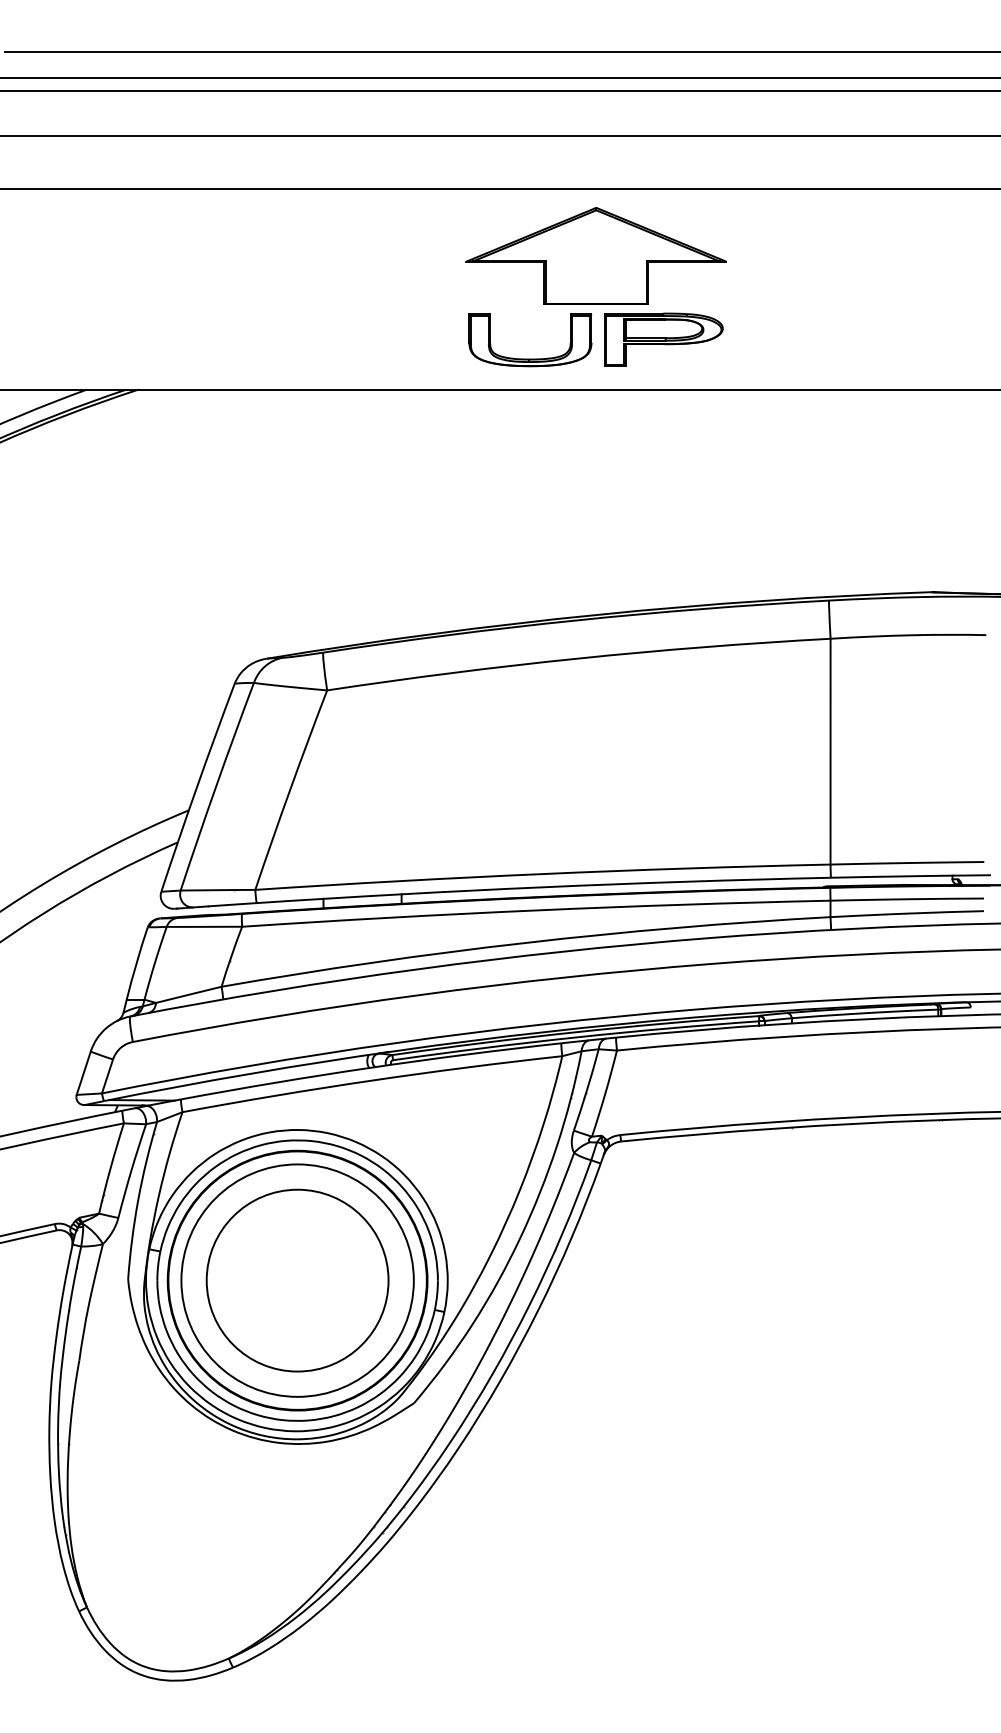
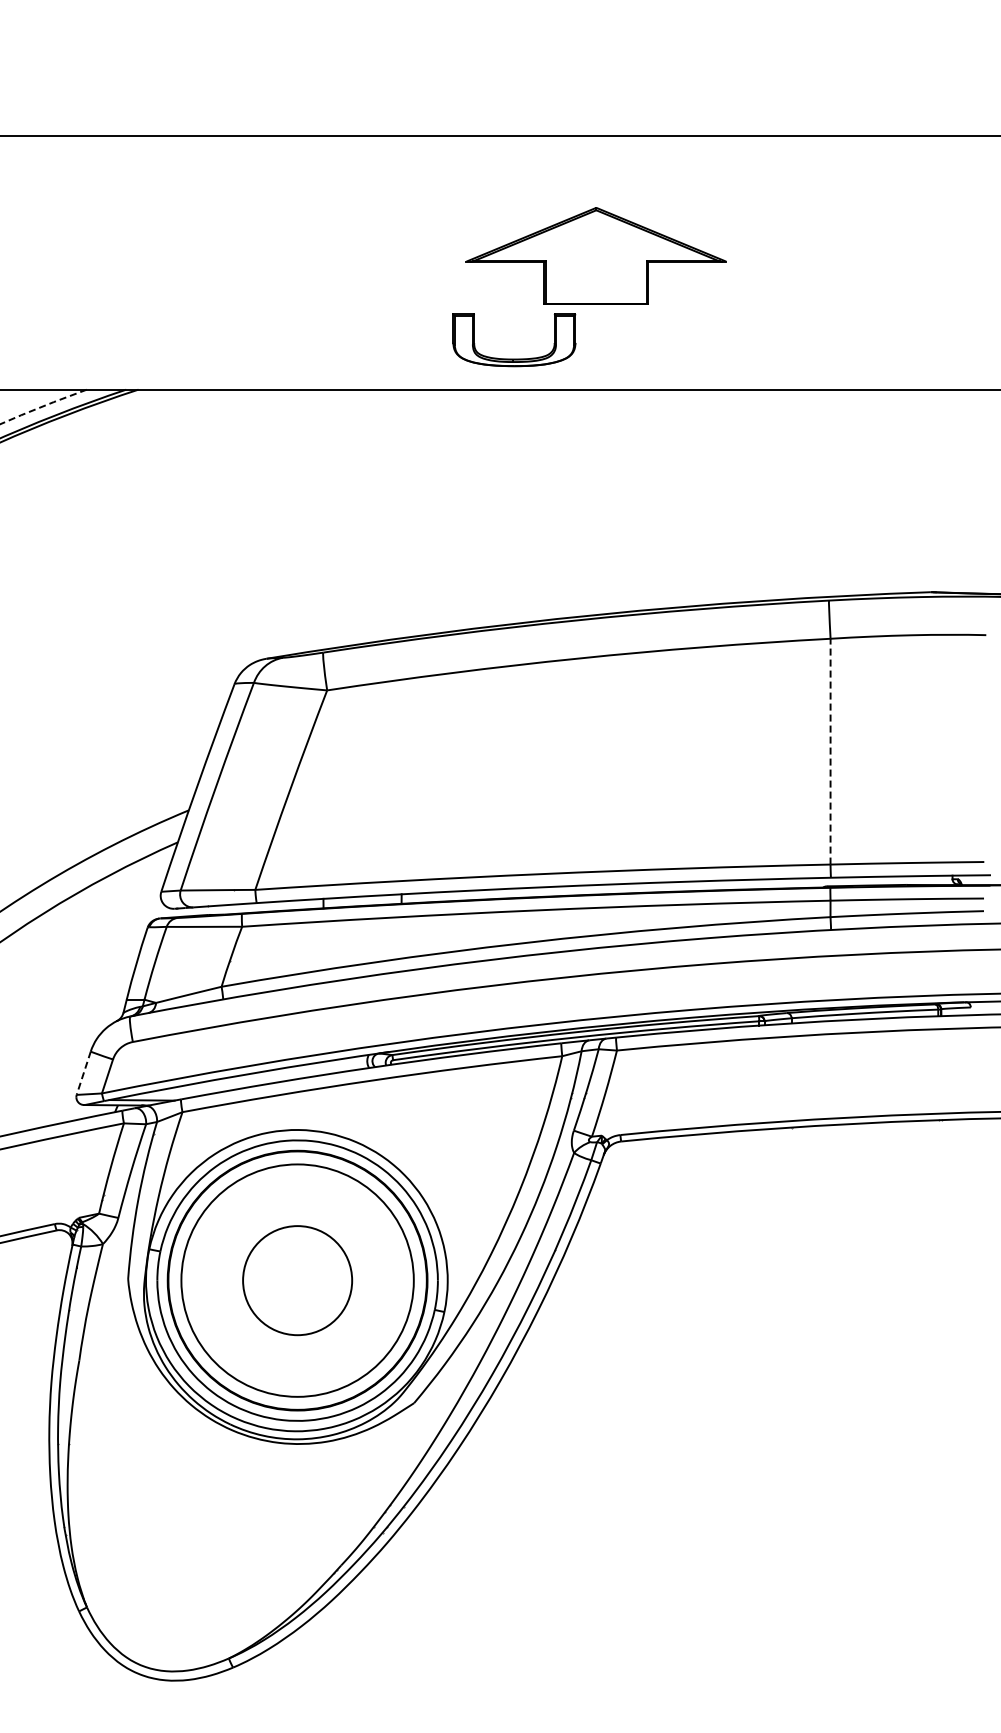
line at (501, 51): present -> none
line at (499, 77): present -> none
line at (499, 90): present -> none
line at (499, 188): present -> none
part at (663, 339): present -> none
part at (530, 358) position: (530, 358) -> (514, 358)
arc at (42, 406): solid -> dashed
line at (830, 751): solid -> dashed
line at (83, 1073): solid -> dashed
circle at (297, 1280) diameter: 182 px -> 109 px
